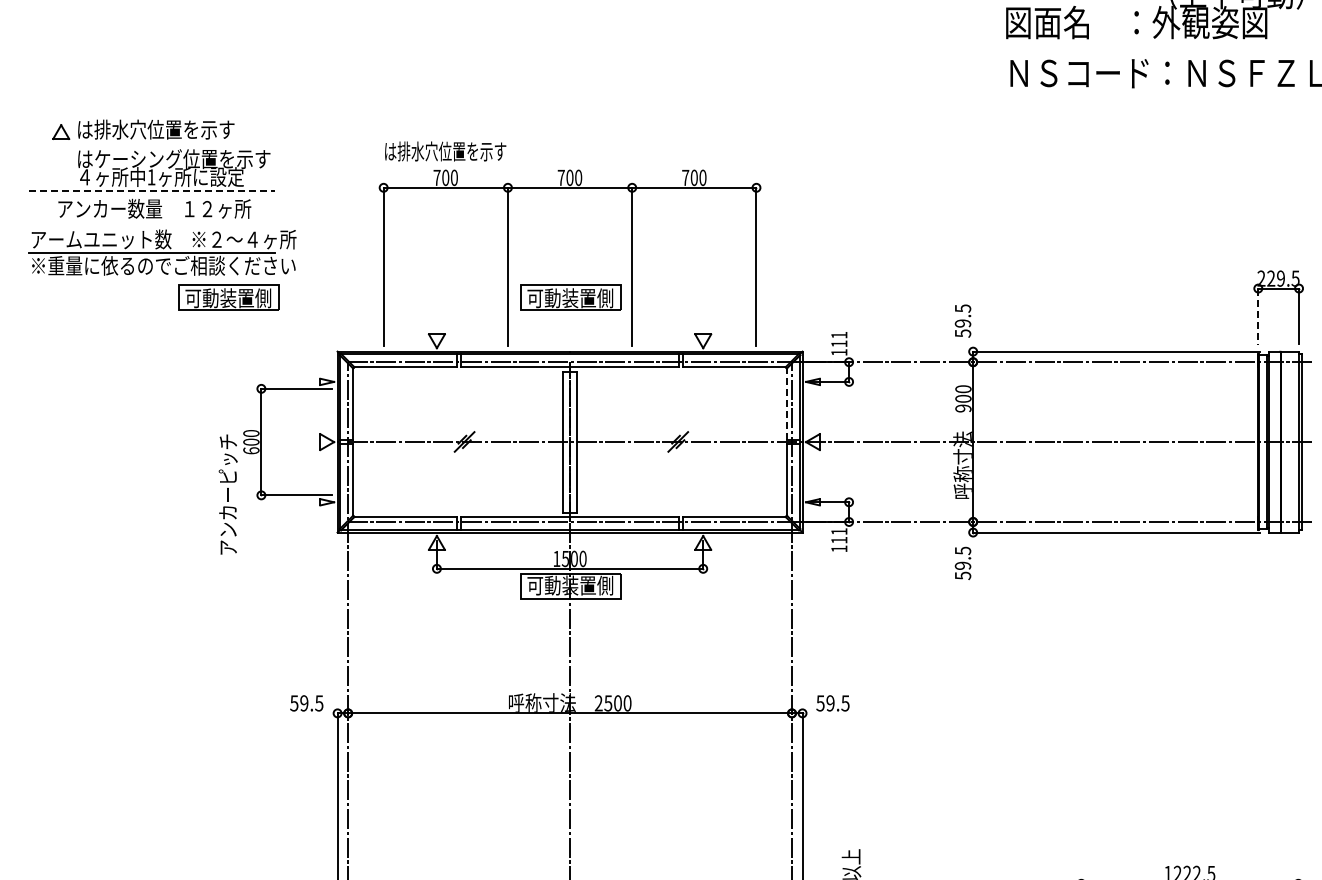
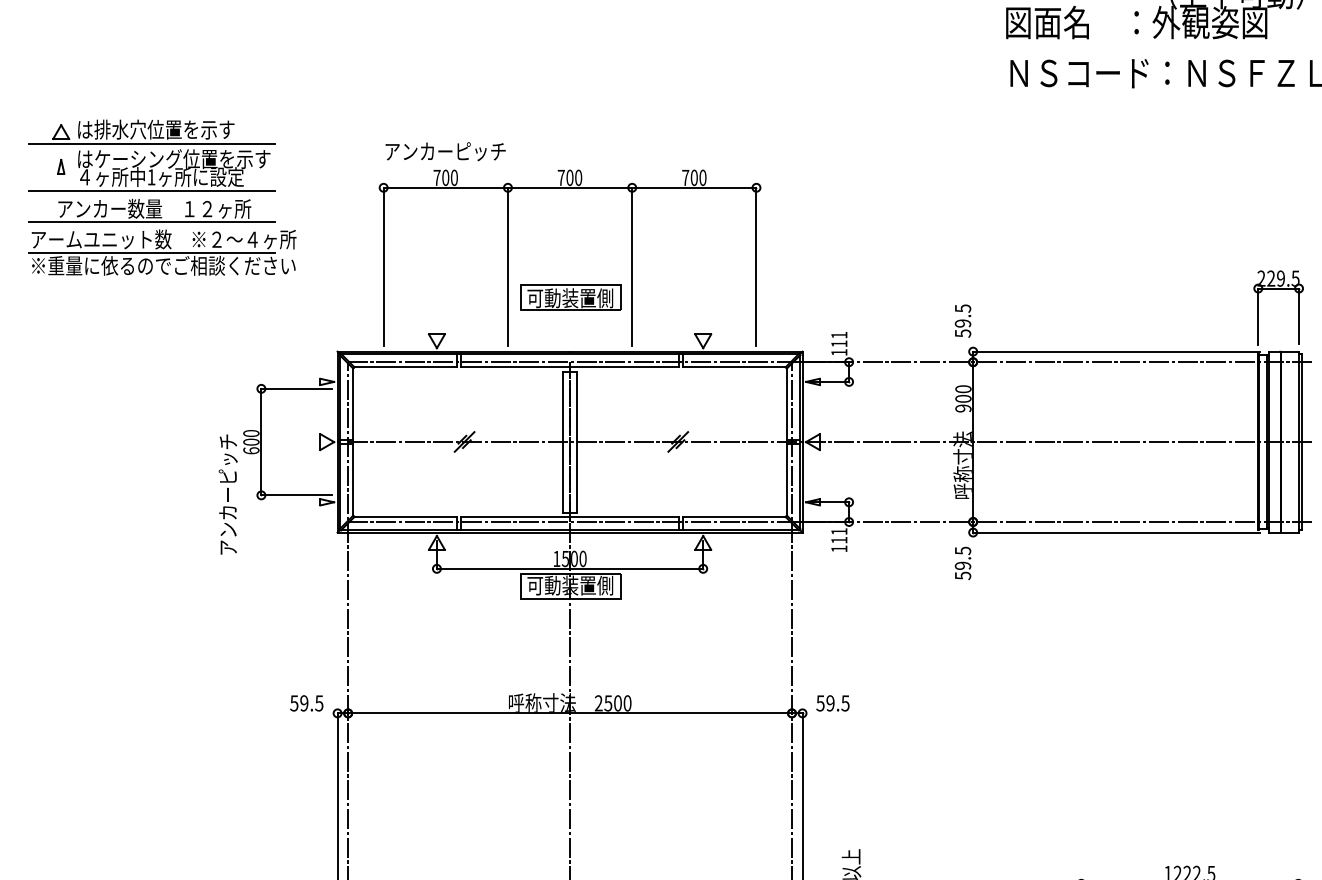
line at (152, 143): none -> present
text at (445, 151): は排水穴位置を示す -> アンカーピッチ
part at (61, 166): none -> present
line at (152, 191): dashed -> solid
line at (152, 222): none -> present
part at (228, 297): present -> none
line at (1258, 317): dashed -> solid
line at (786, 404): dashed -> solid
